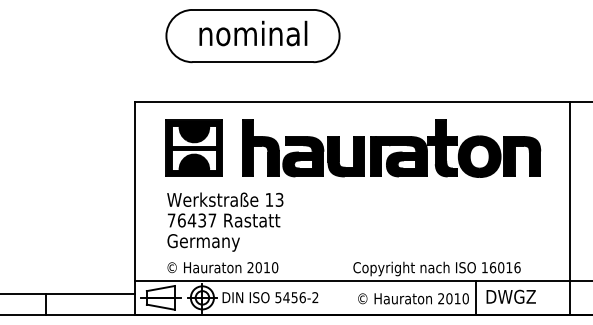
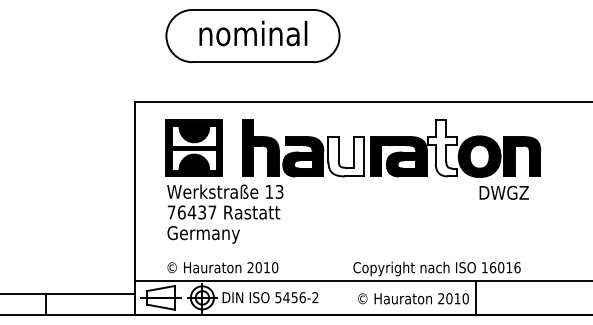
fill at (442, 148): present -> none
fill at (346, 156): present -> none
line at (570, 208): present -> none
text at (225, 221) position: (225, 221) -> (225, 213)
text at (510, 296) position: (510, 296) -> (503, 192)
